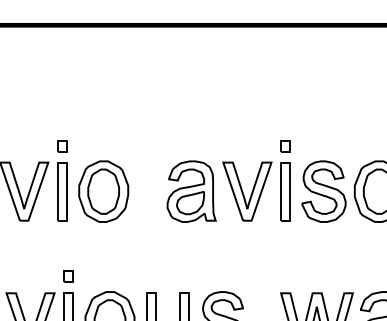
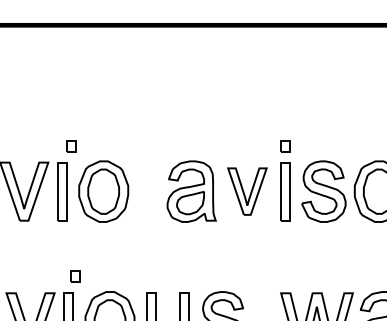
part at (62, 146) position: (62, 146) -> (71, 146)
part at (247, 191) size: 51x61 px -> 41x49 px
part at (68, 276) position: (68, 276) -> (75, 276)
